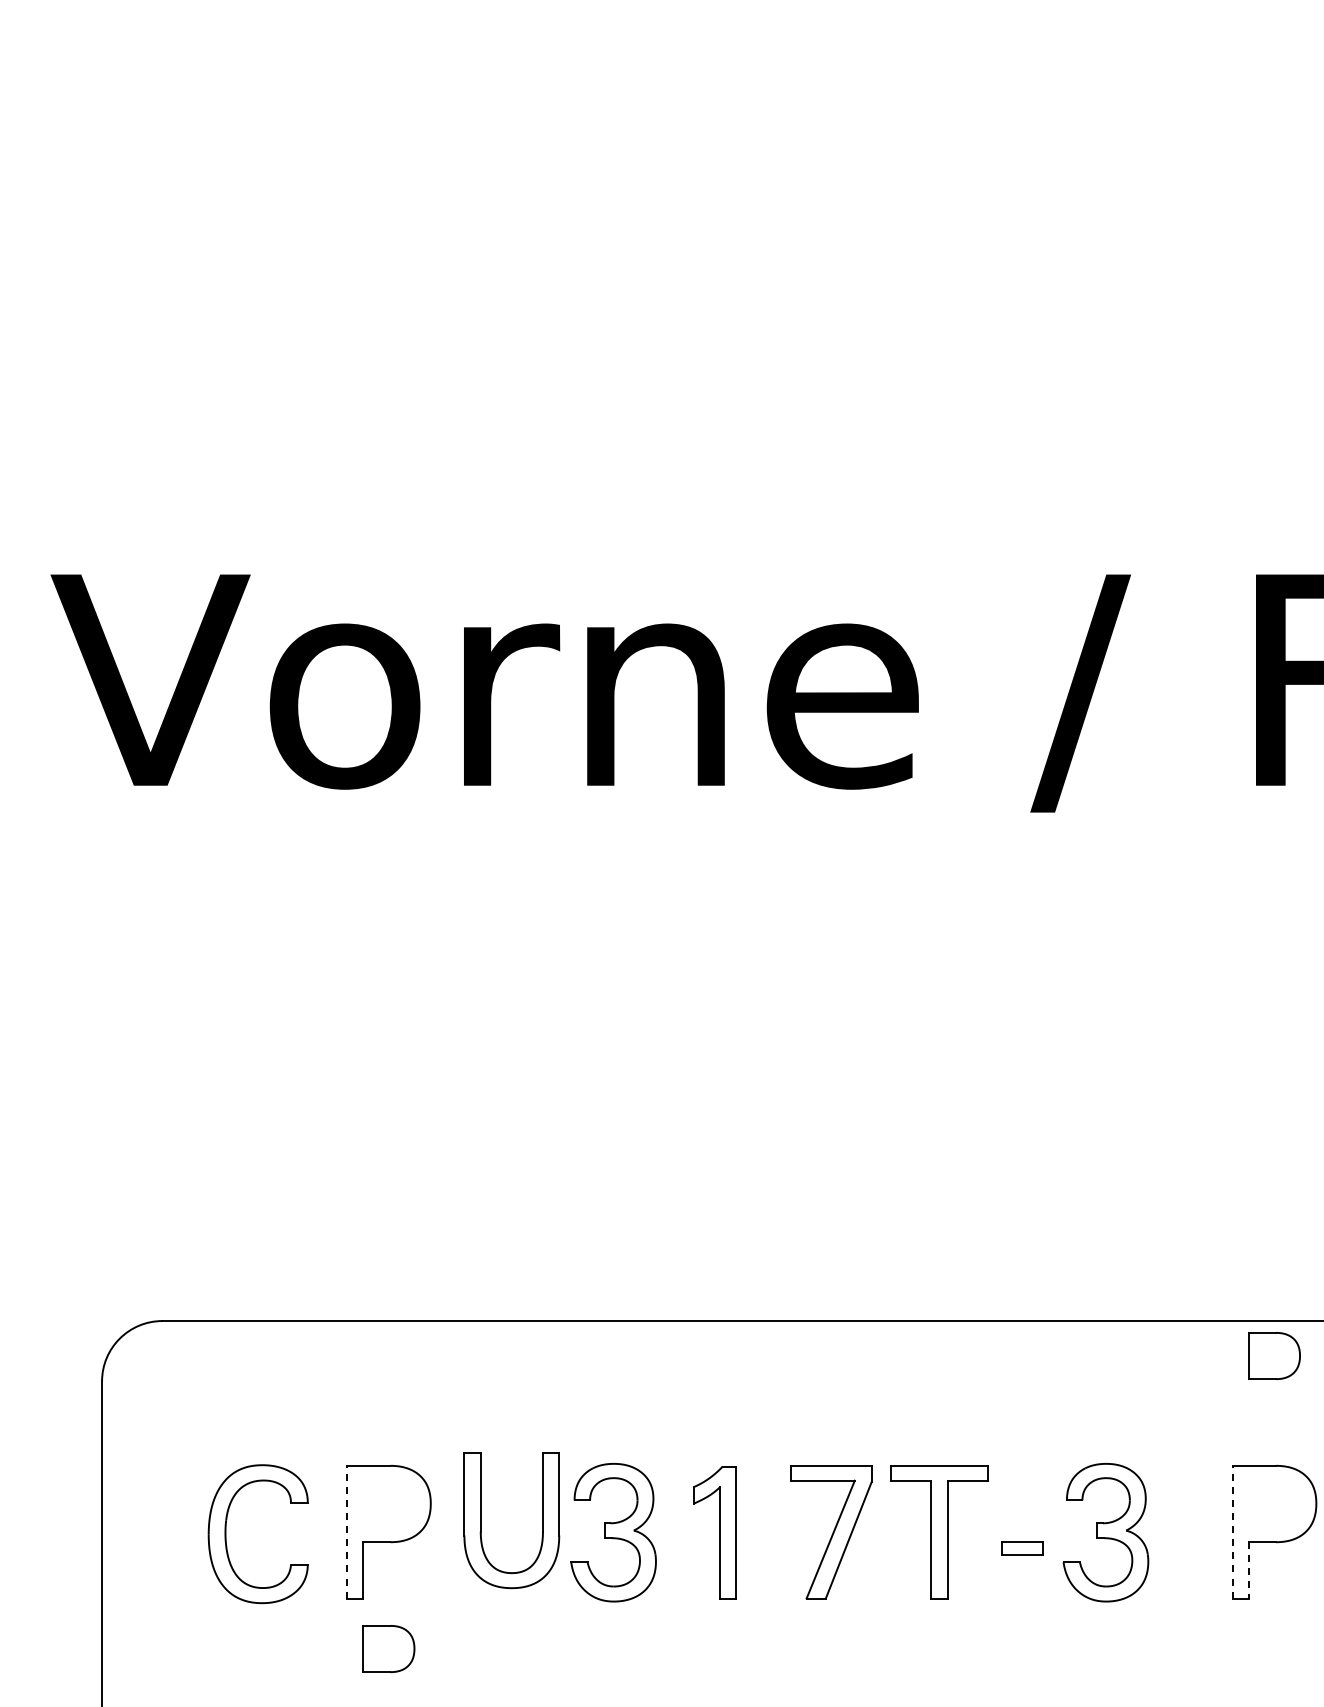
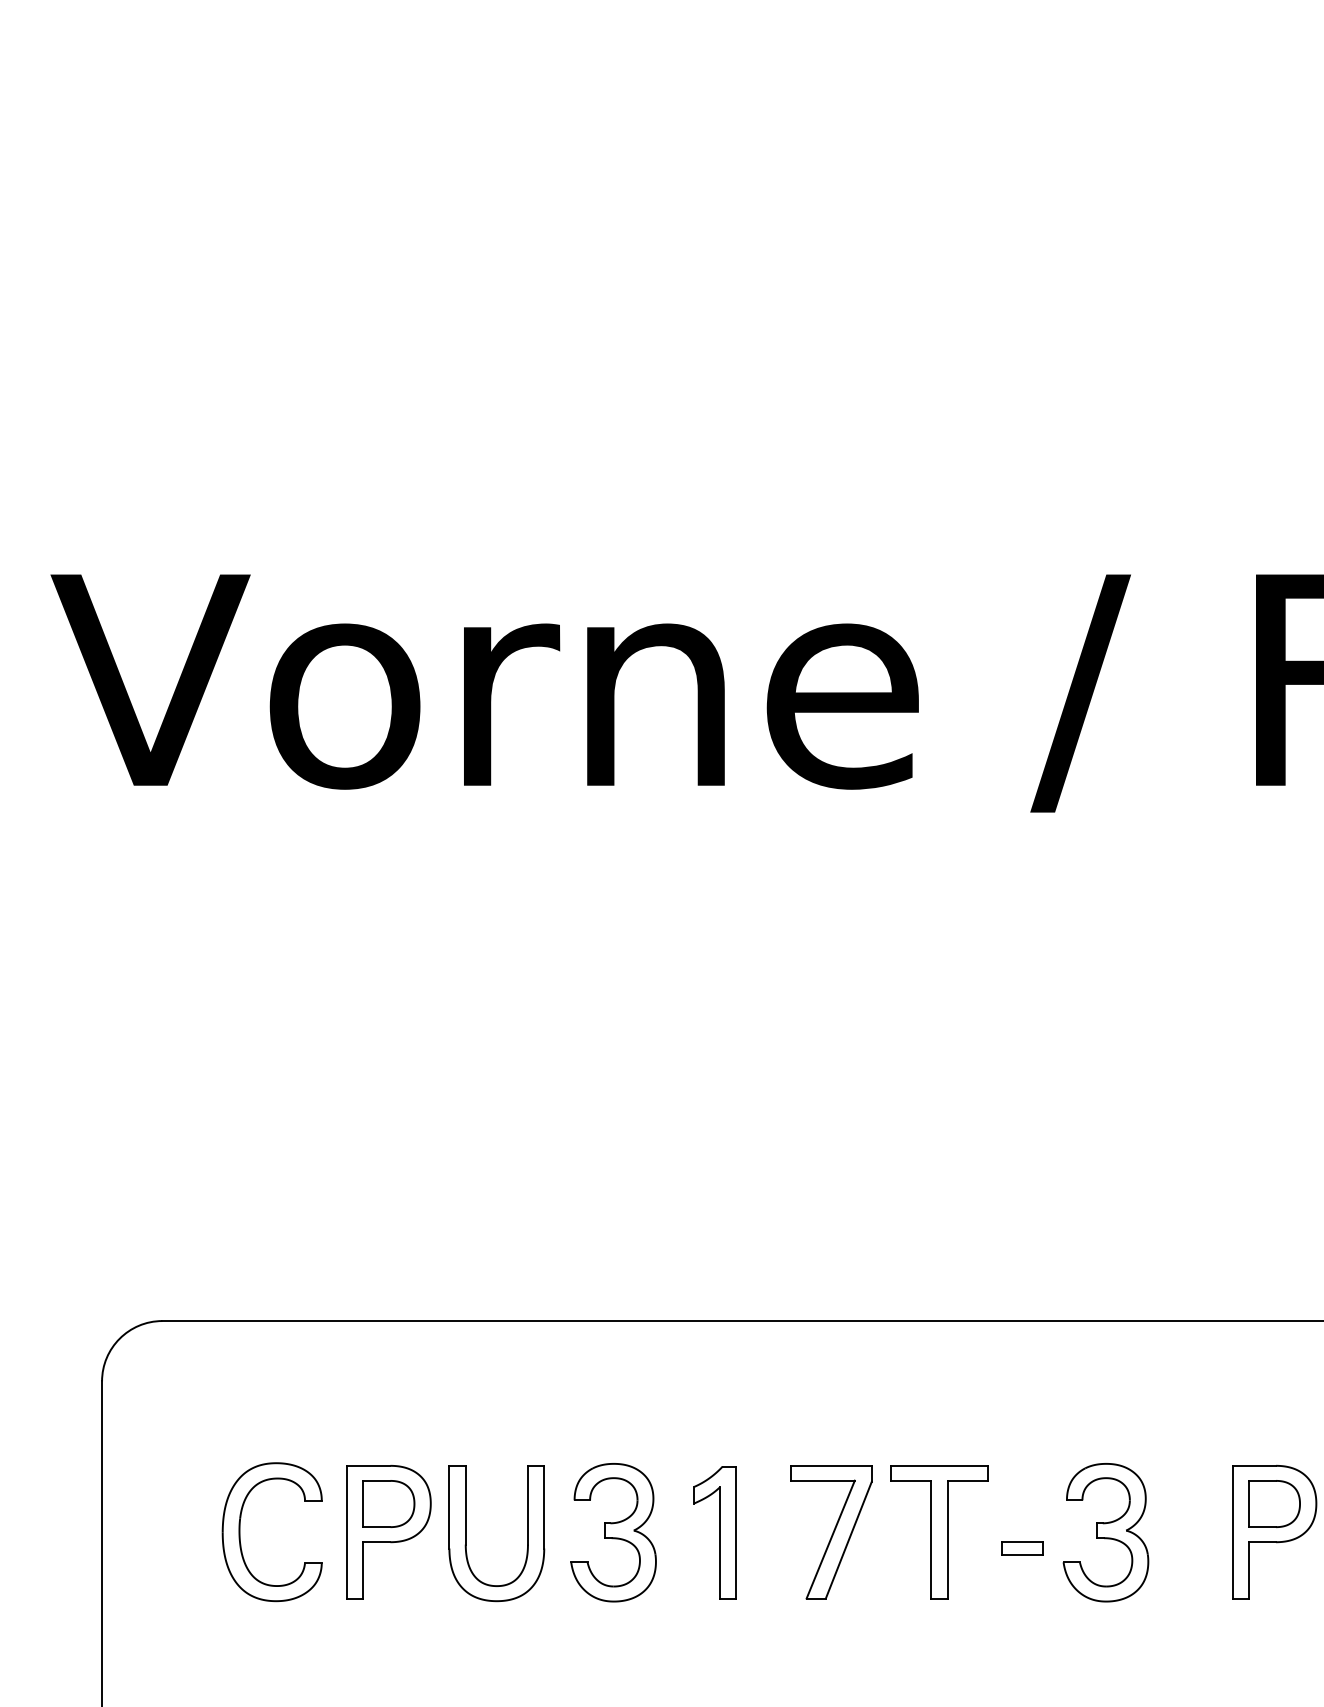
part at (1274, 1355) position: (1274, 1355) -> (1274, 1503)
part at (481, 1520) position: (481, 1520) -> (466, 1533)
line at (346, 1531): dashed -> solid
line at (1232, 1531): dashed -> solid
part at (226, 1534) position: (226, 1534) -> (240, 1532)
line at (1248, 1570): dashed -> solid
part at (388, 1648) position: (388, 1648) -> (388, 1503)
